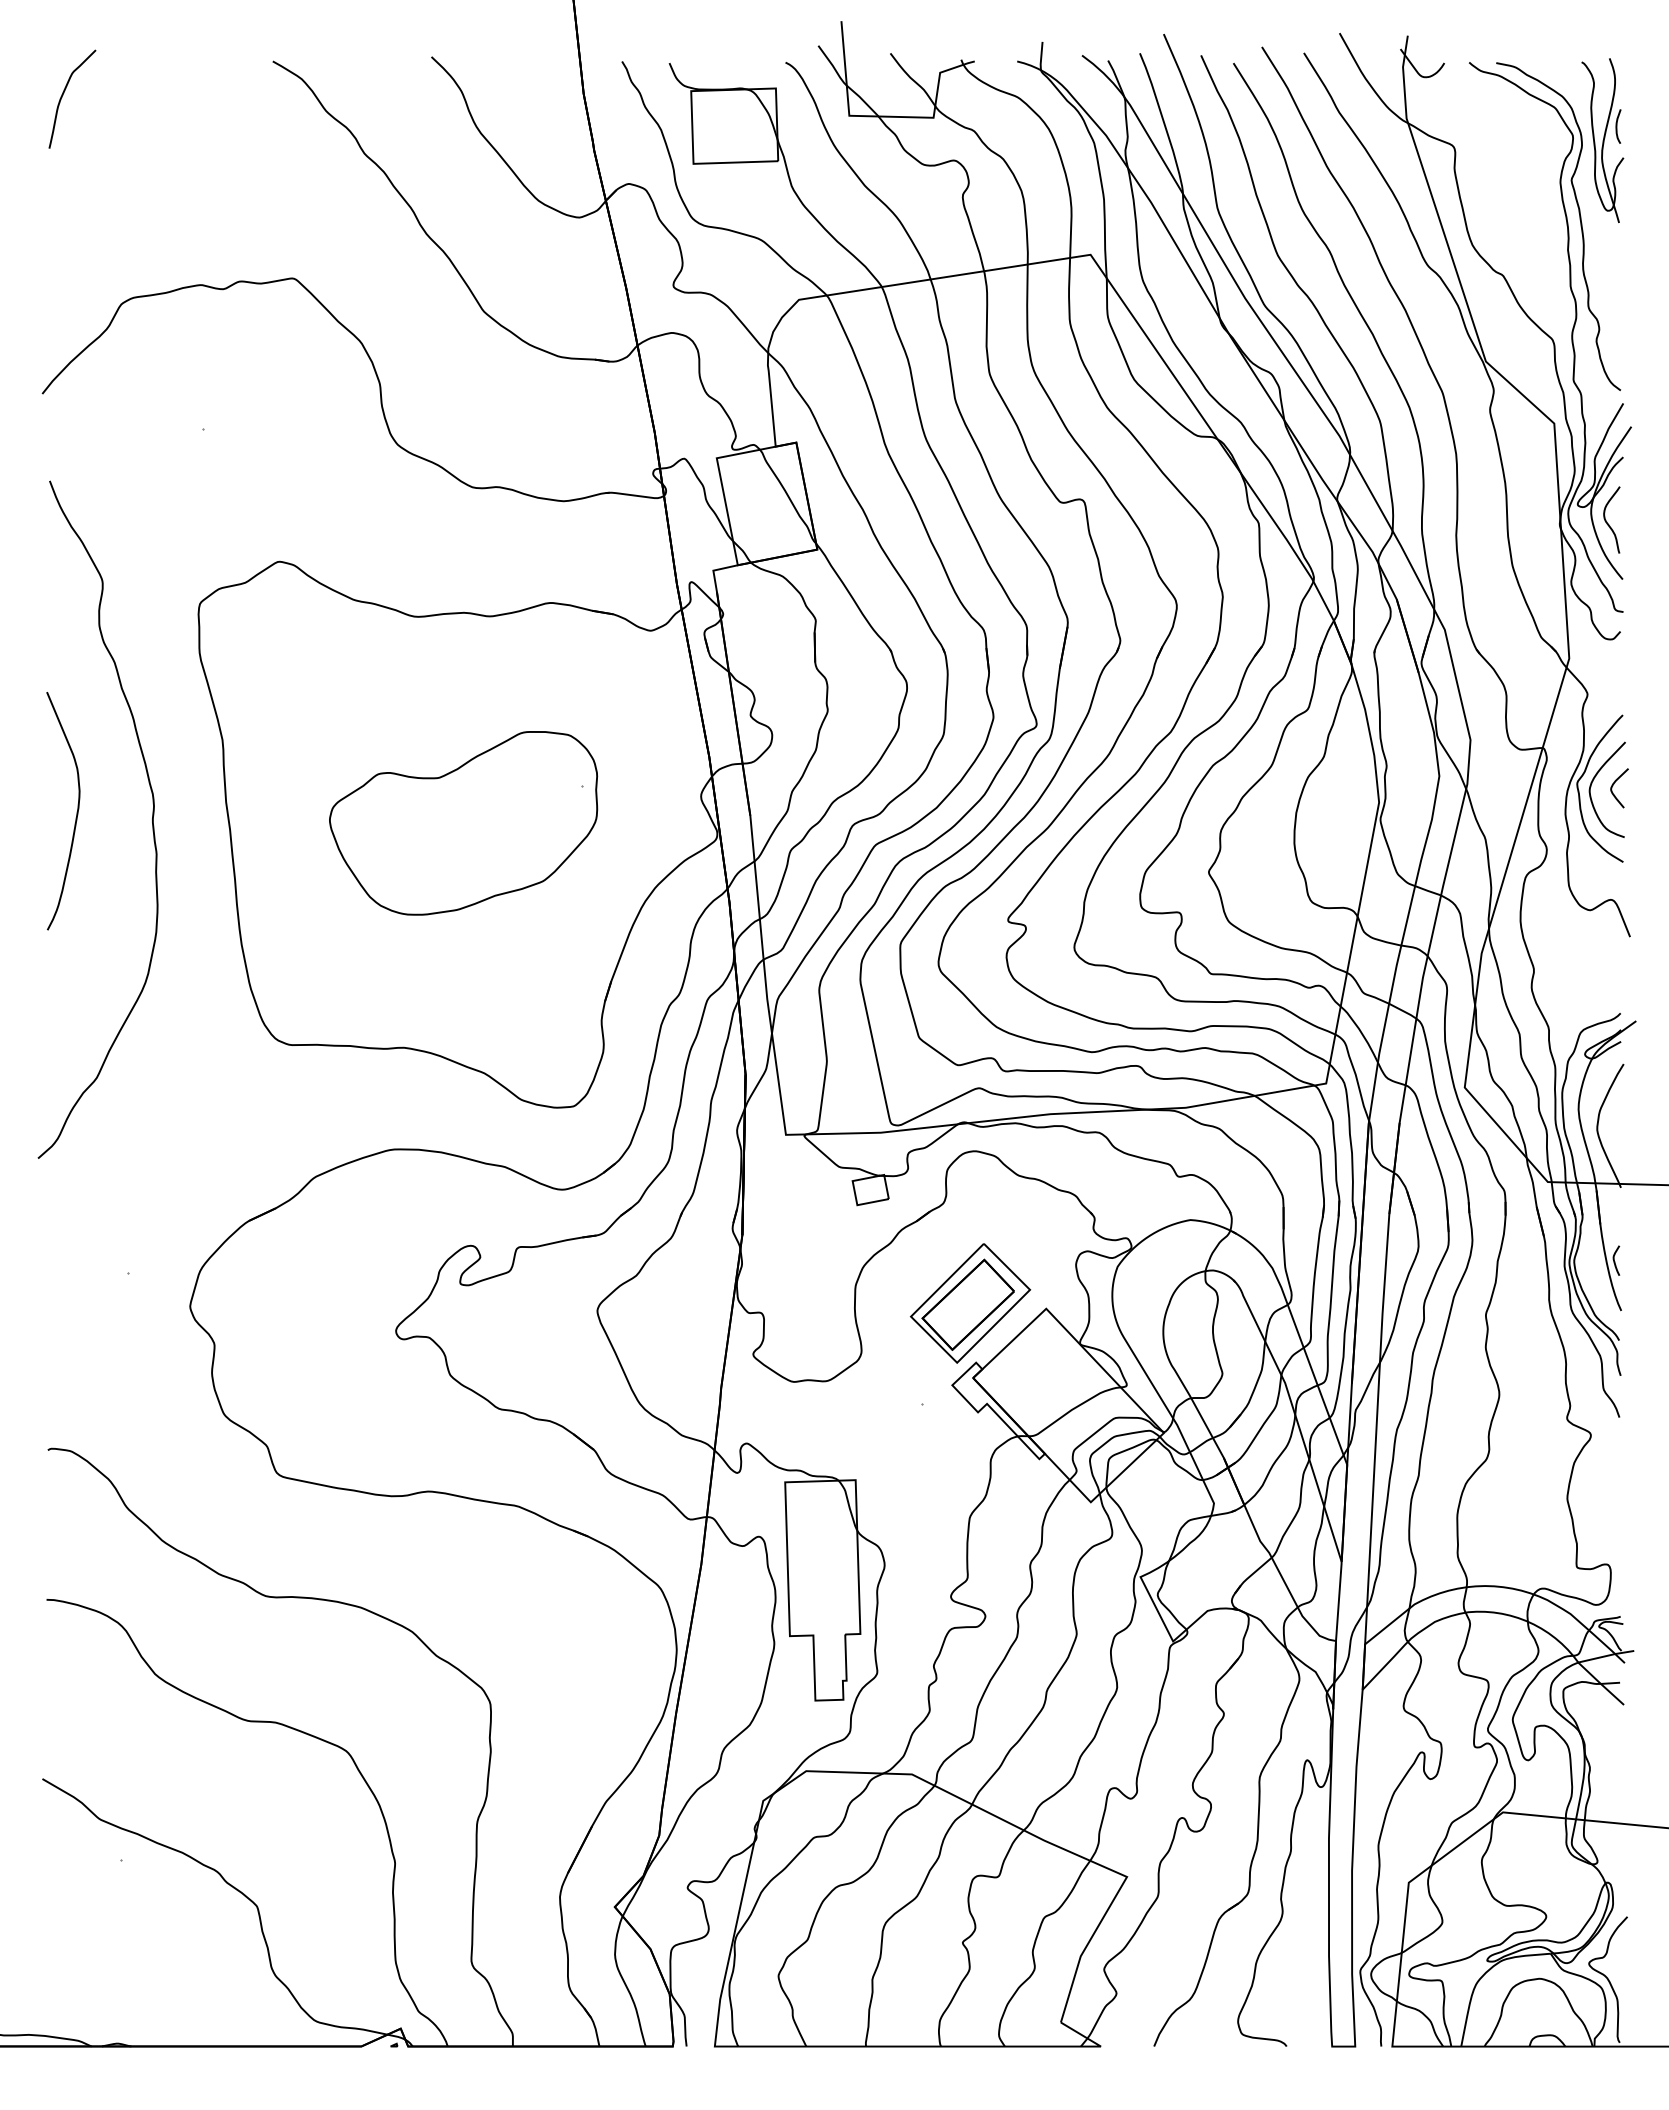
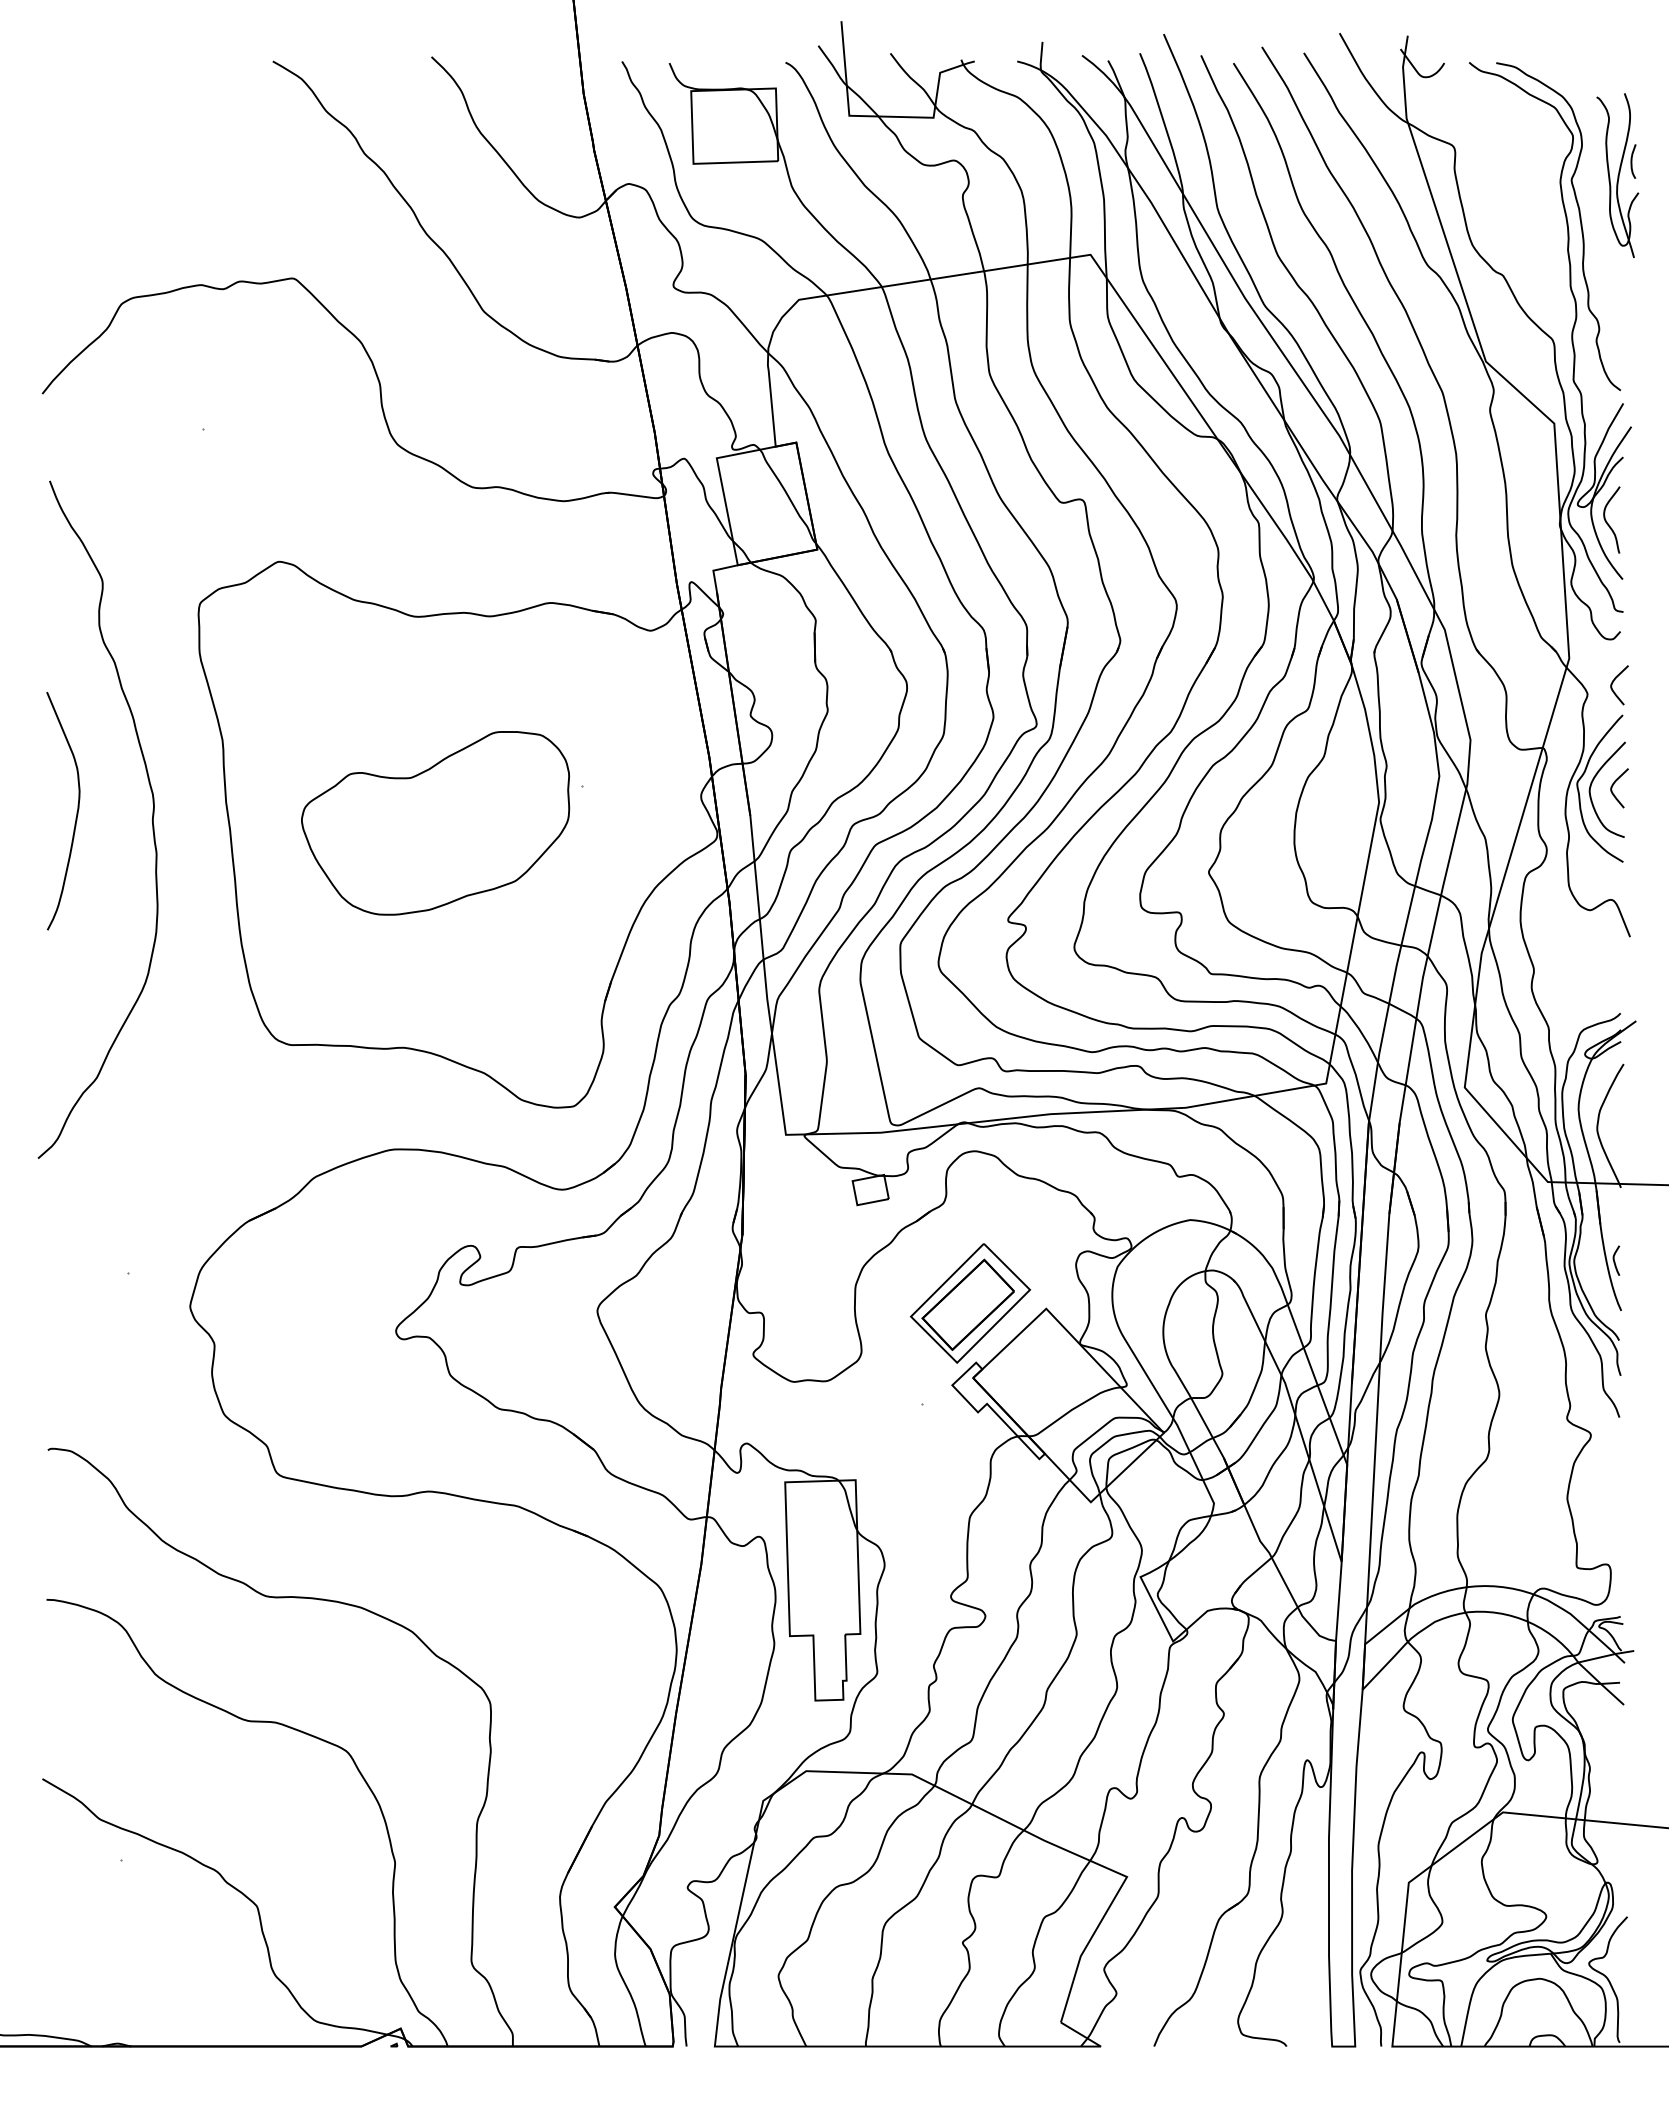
curve at (64, 93): present -> none
part at (1602, 140) position: (1602, 140) -> (1617, 175)
curve at (1614, 681): none -> present
part at (463, 823) position: (463, 823) -> (435, 823)
